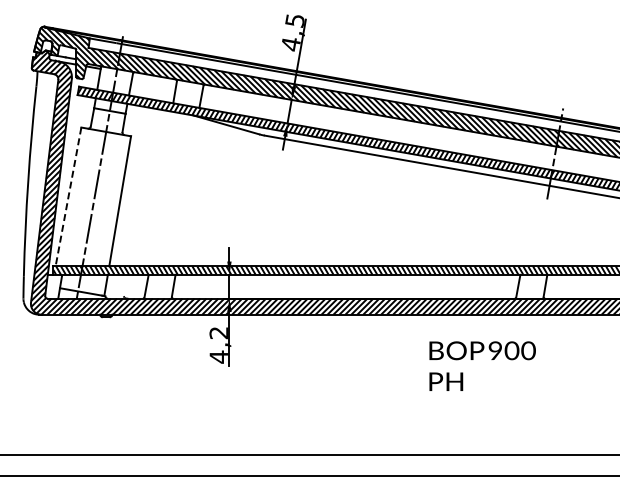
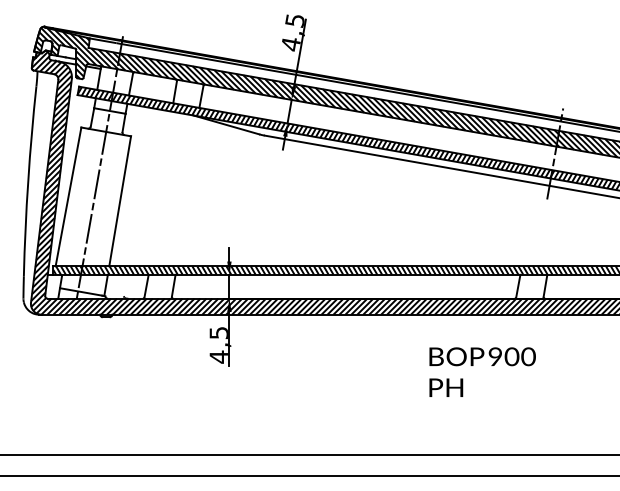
line at (68, 196): dashed -> solid
text at (218, 333): 4,2 -> 4,5
text at (482, 365) position: (482, 365) -> (482, 371)
